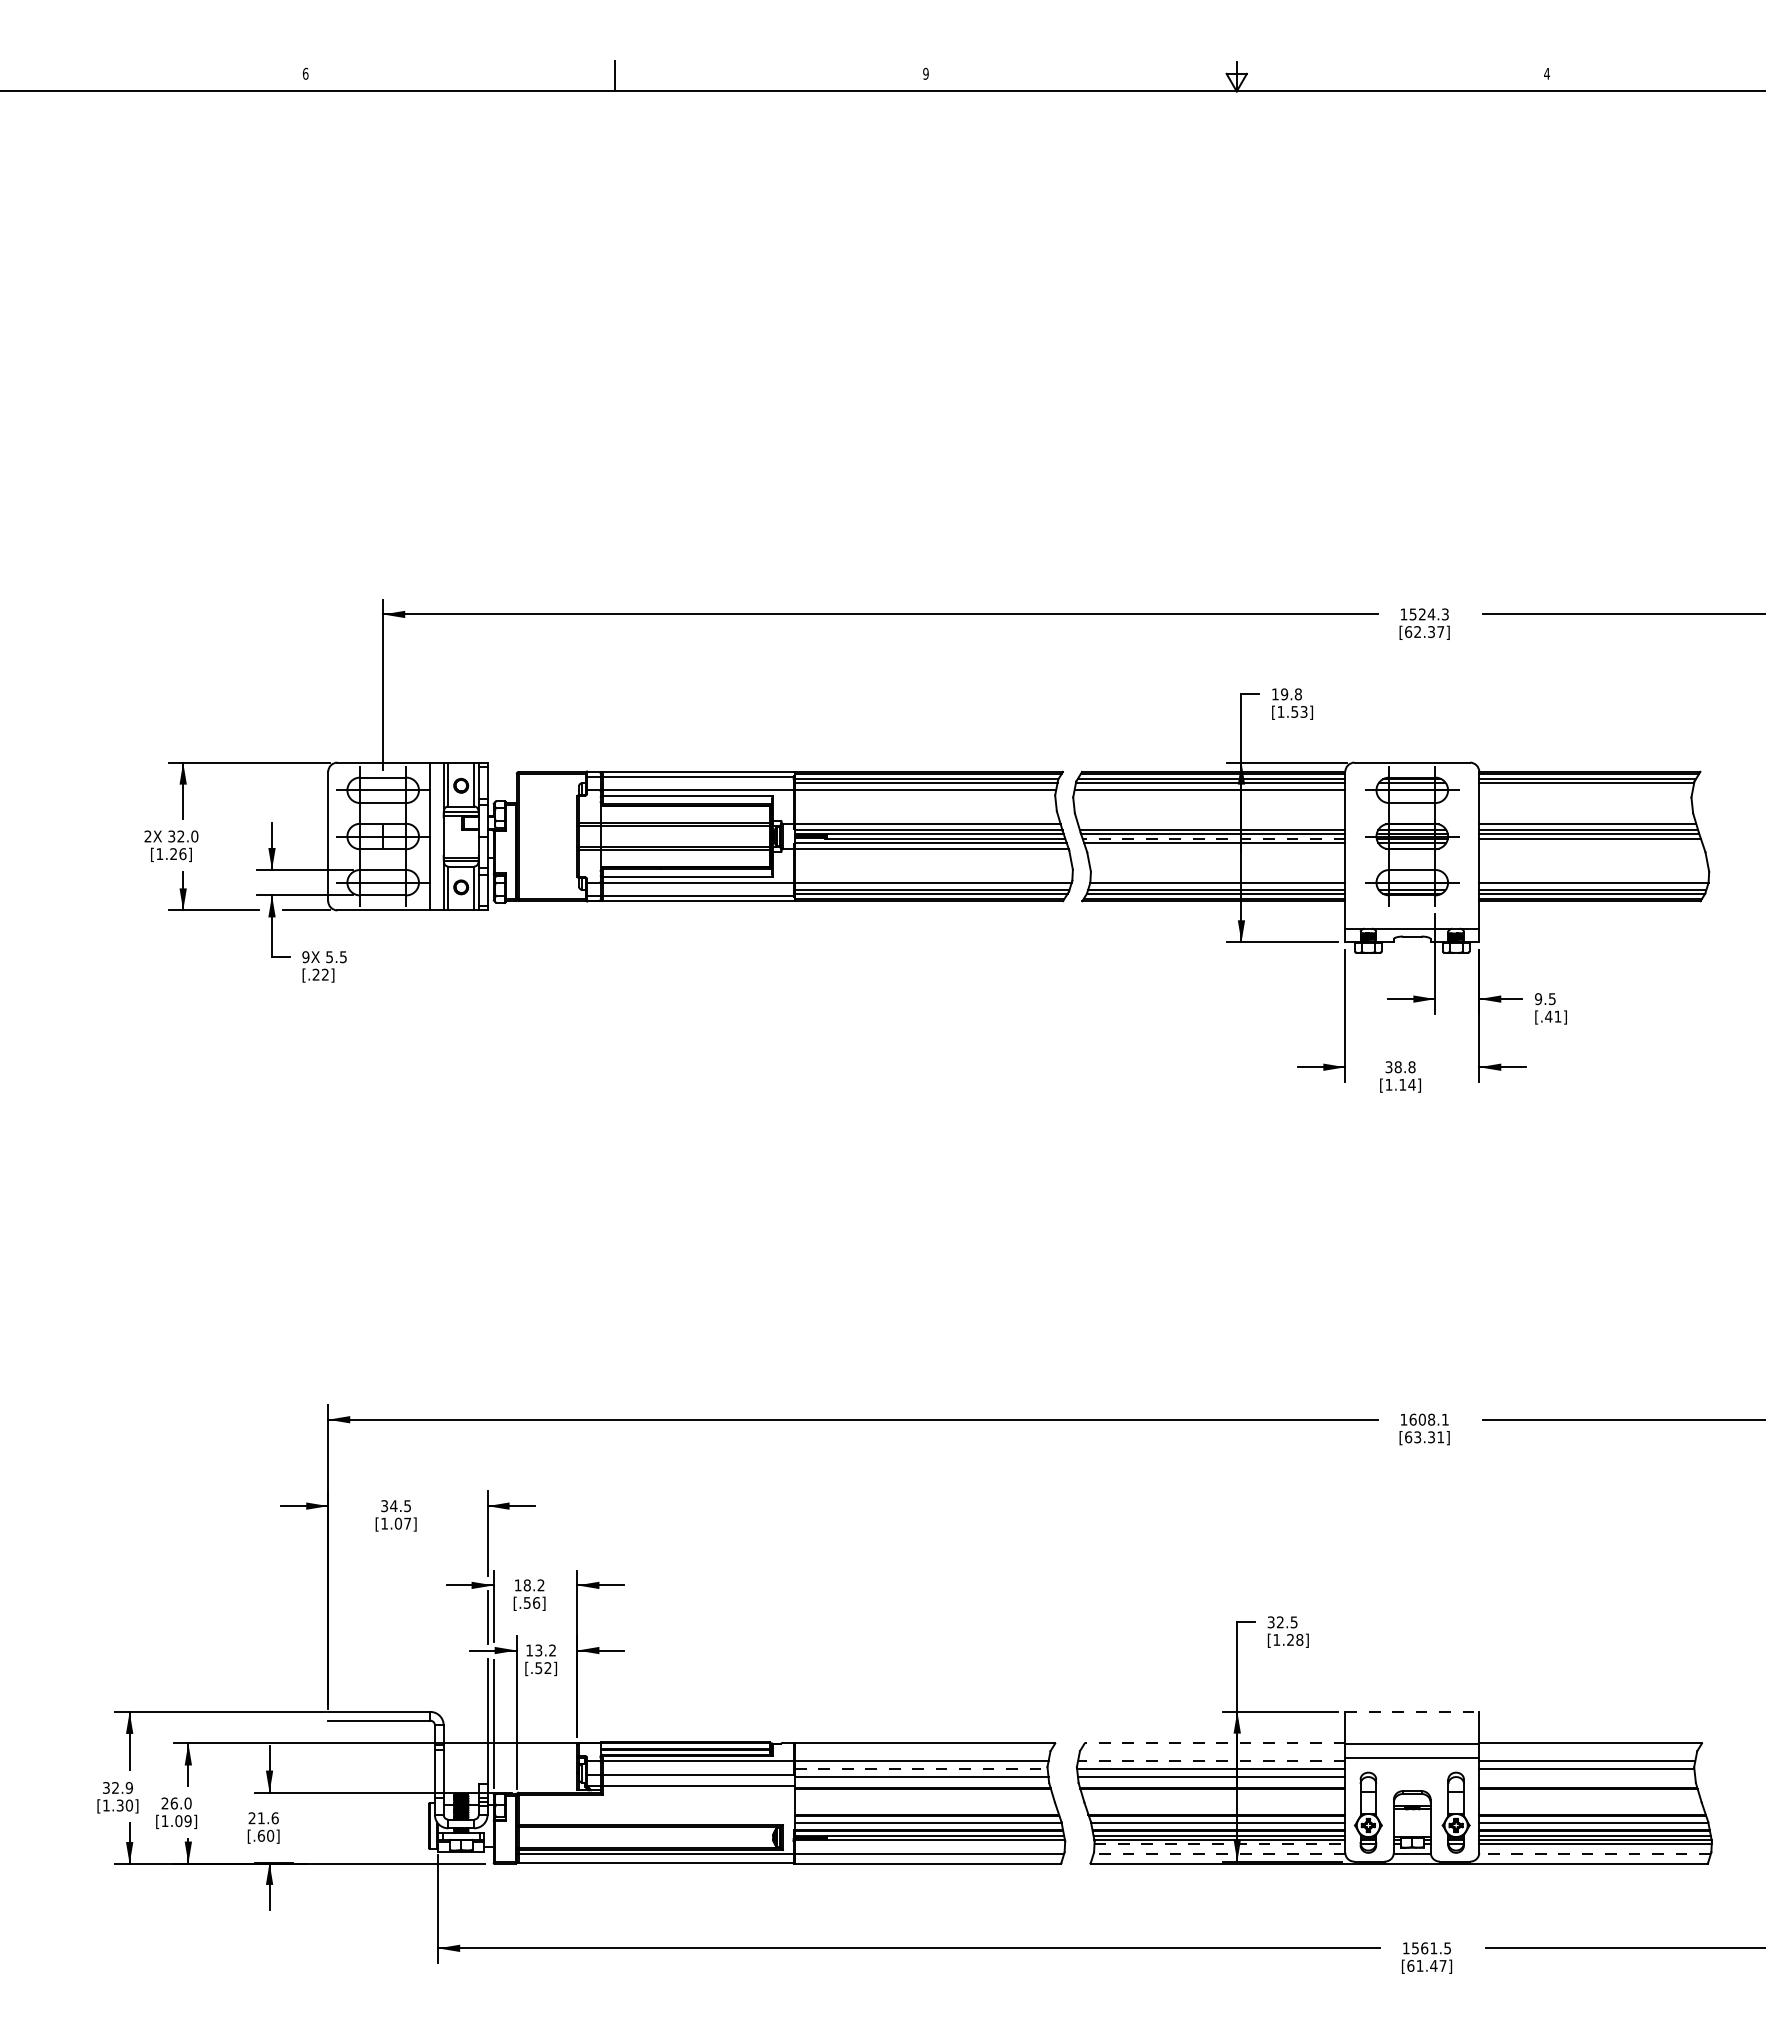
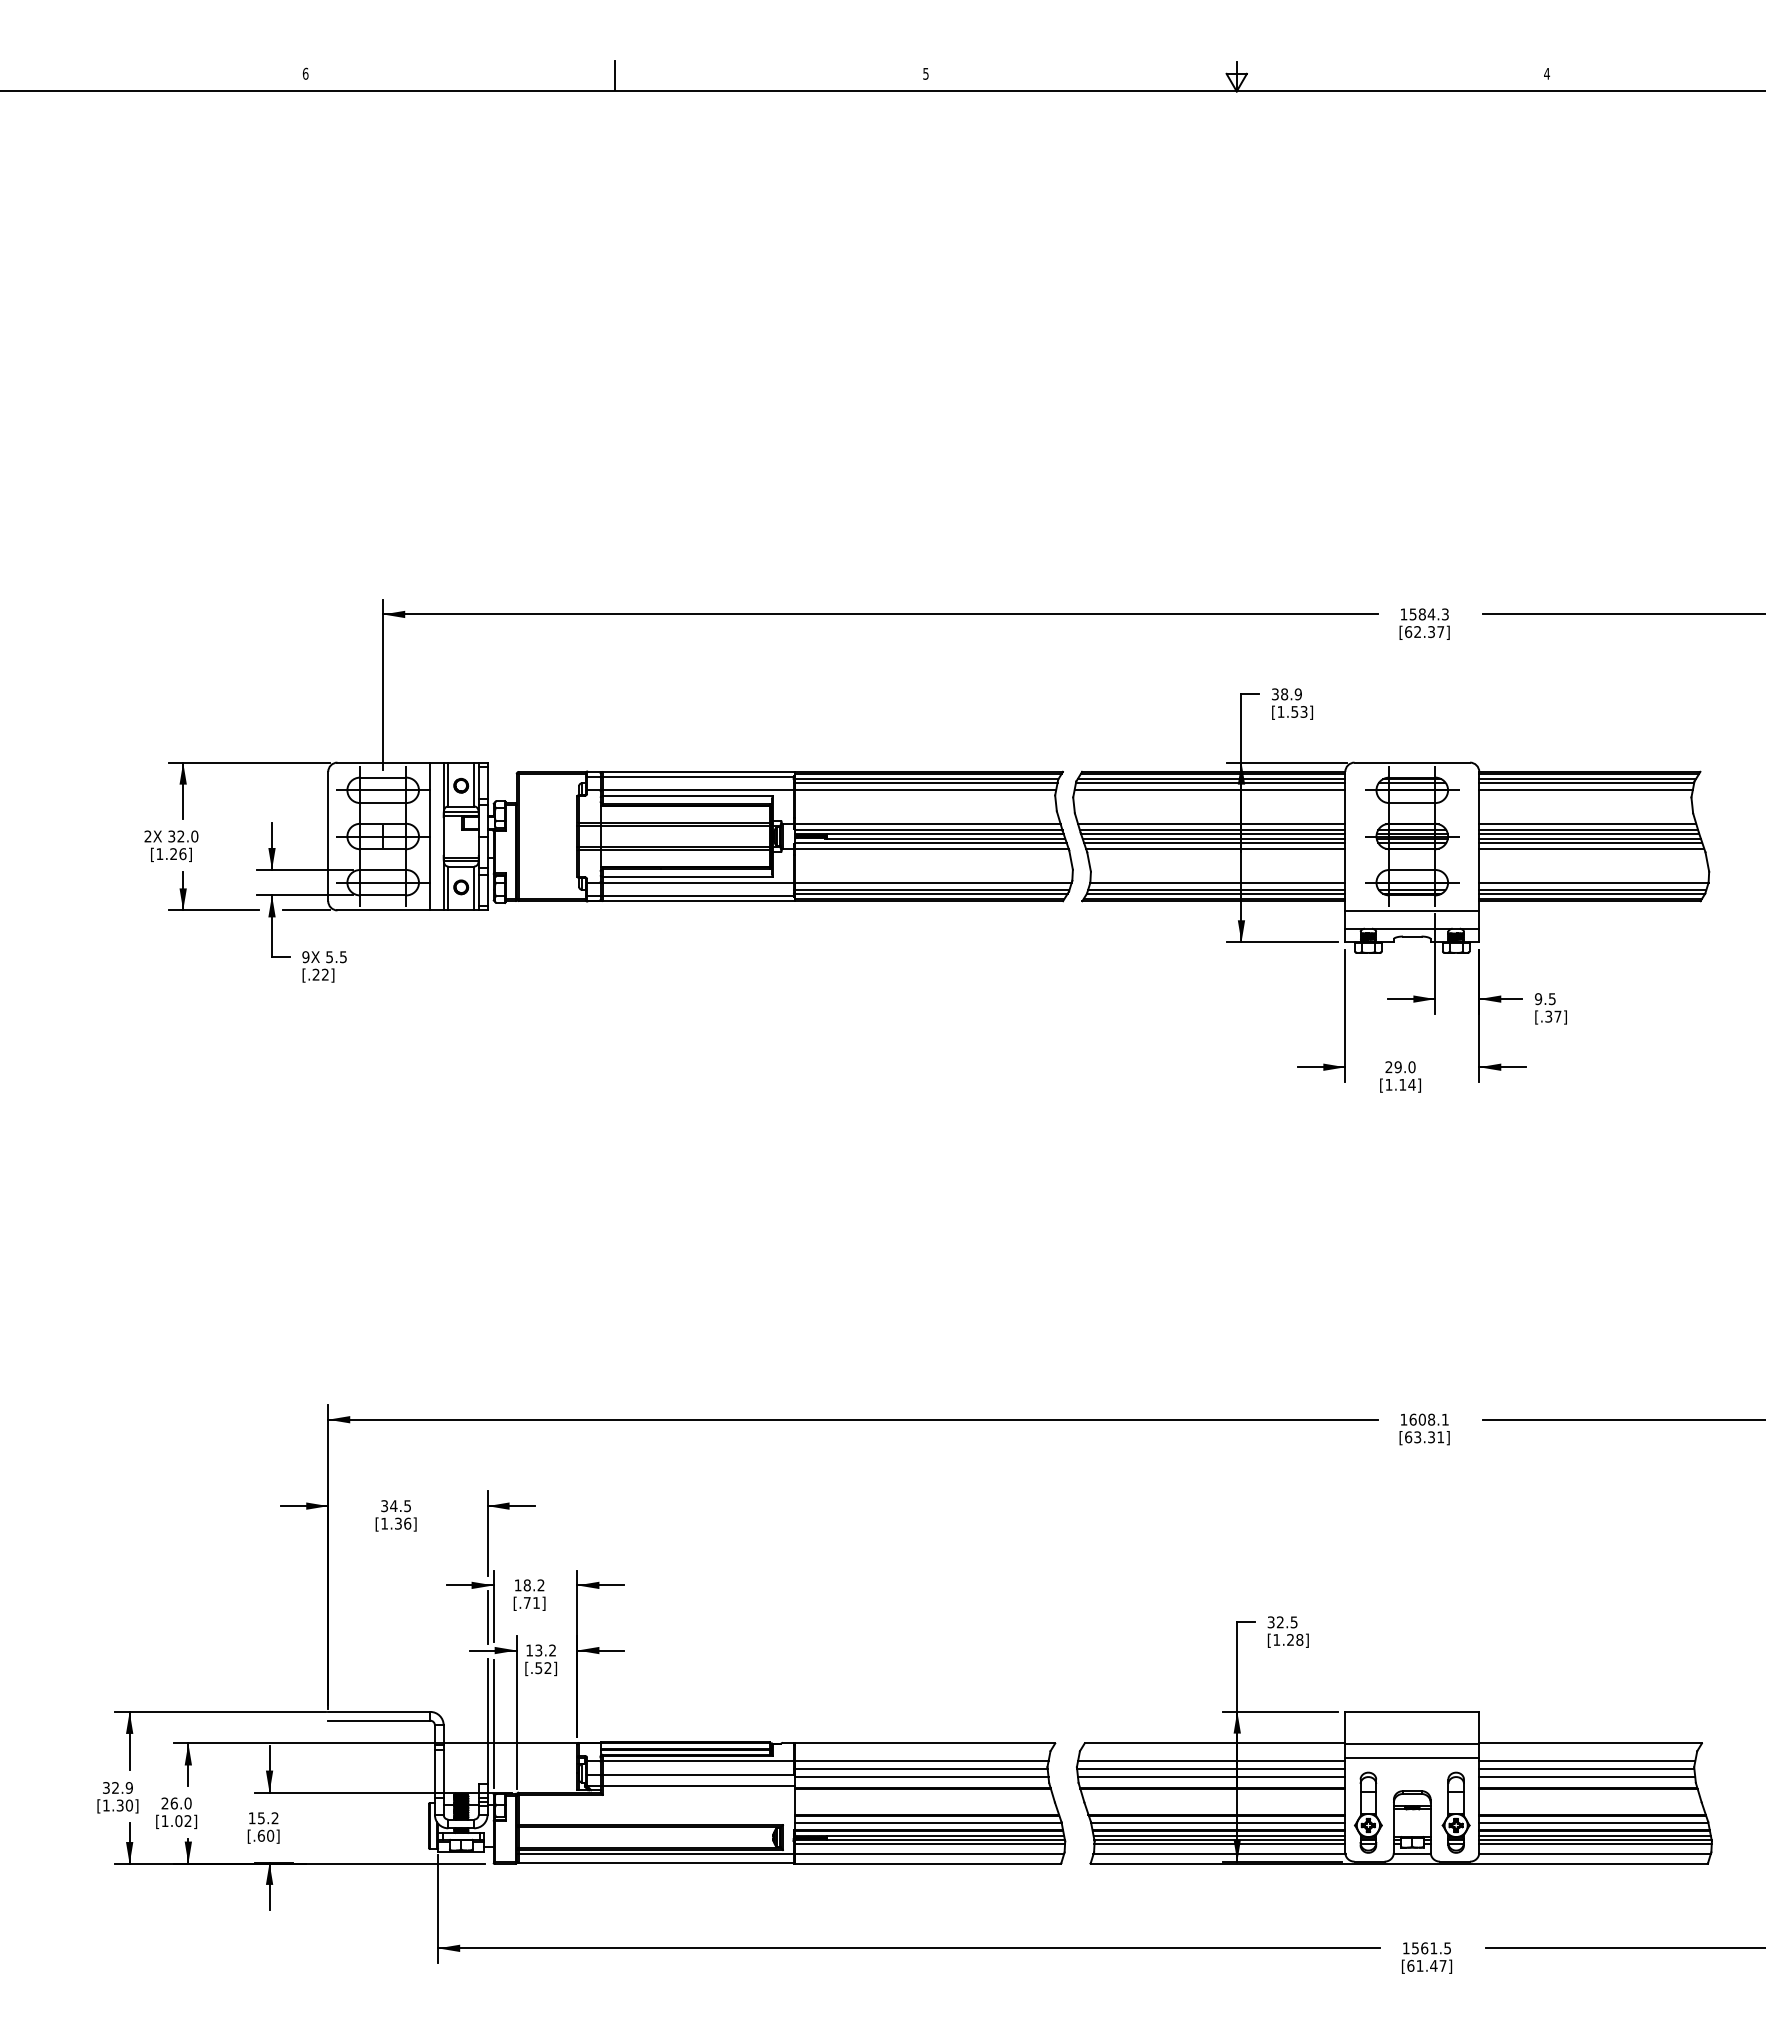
text at (925, 73): 9 -> 5
text at (1421, 614): 1524.3 -> 1584.3
text at (1286, 694): 19.8 -> 38.9
line at (1585, 790): none -> present
line at (1211, 824): none -> present
line at (1213, 838): dashed -> solid
line at (1590, 842): none -> present
line at (1215, 848): none -> present
line at (1591, 848): none -> present
line at (1412, 911): none -> present
text at (1553, 1016): [.41] -> [.37]
text at (1400, 1067): 38.8 -> 29.0
text at (402, 1523): [1.07] -> [1.36]
text at (531, 1602): [.56] -> [.71]
line at (1412, 1711): dashed -> solid
line at (1214, 1743): dashed -> solid
line at (1211, 1761): dashed -> solid
line at (921, 1769): dashed -> solid
line at (1587, 1777): none -> present
text at (263, 1818): 21.6 -> 15.2
text at (187, 1821): [1.09] -> [1.02]
line at (929, 1844): none -> present
line at (1220, 1844): dashed -> solid
line at (1218, 1854): dashed -> solid
line at (1594, 1854): dashed -> solid
